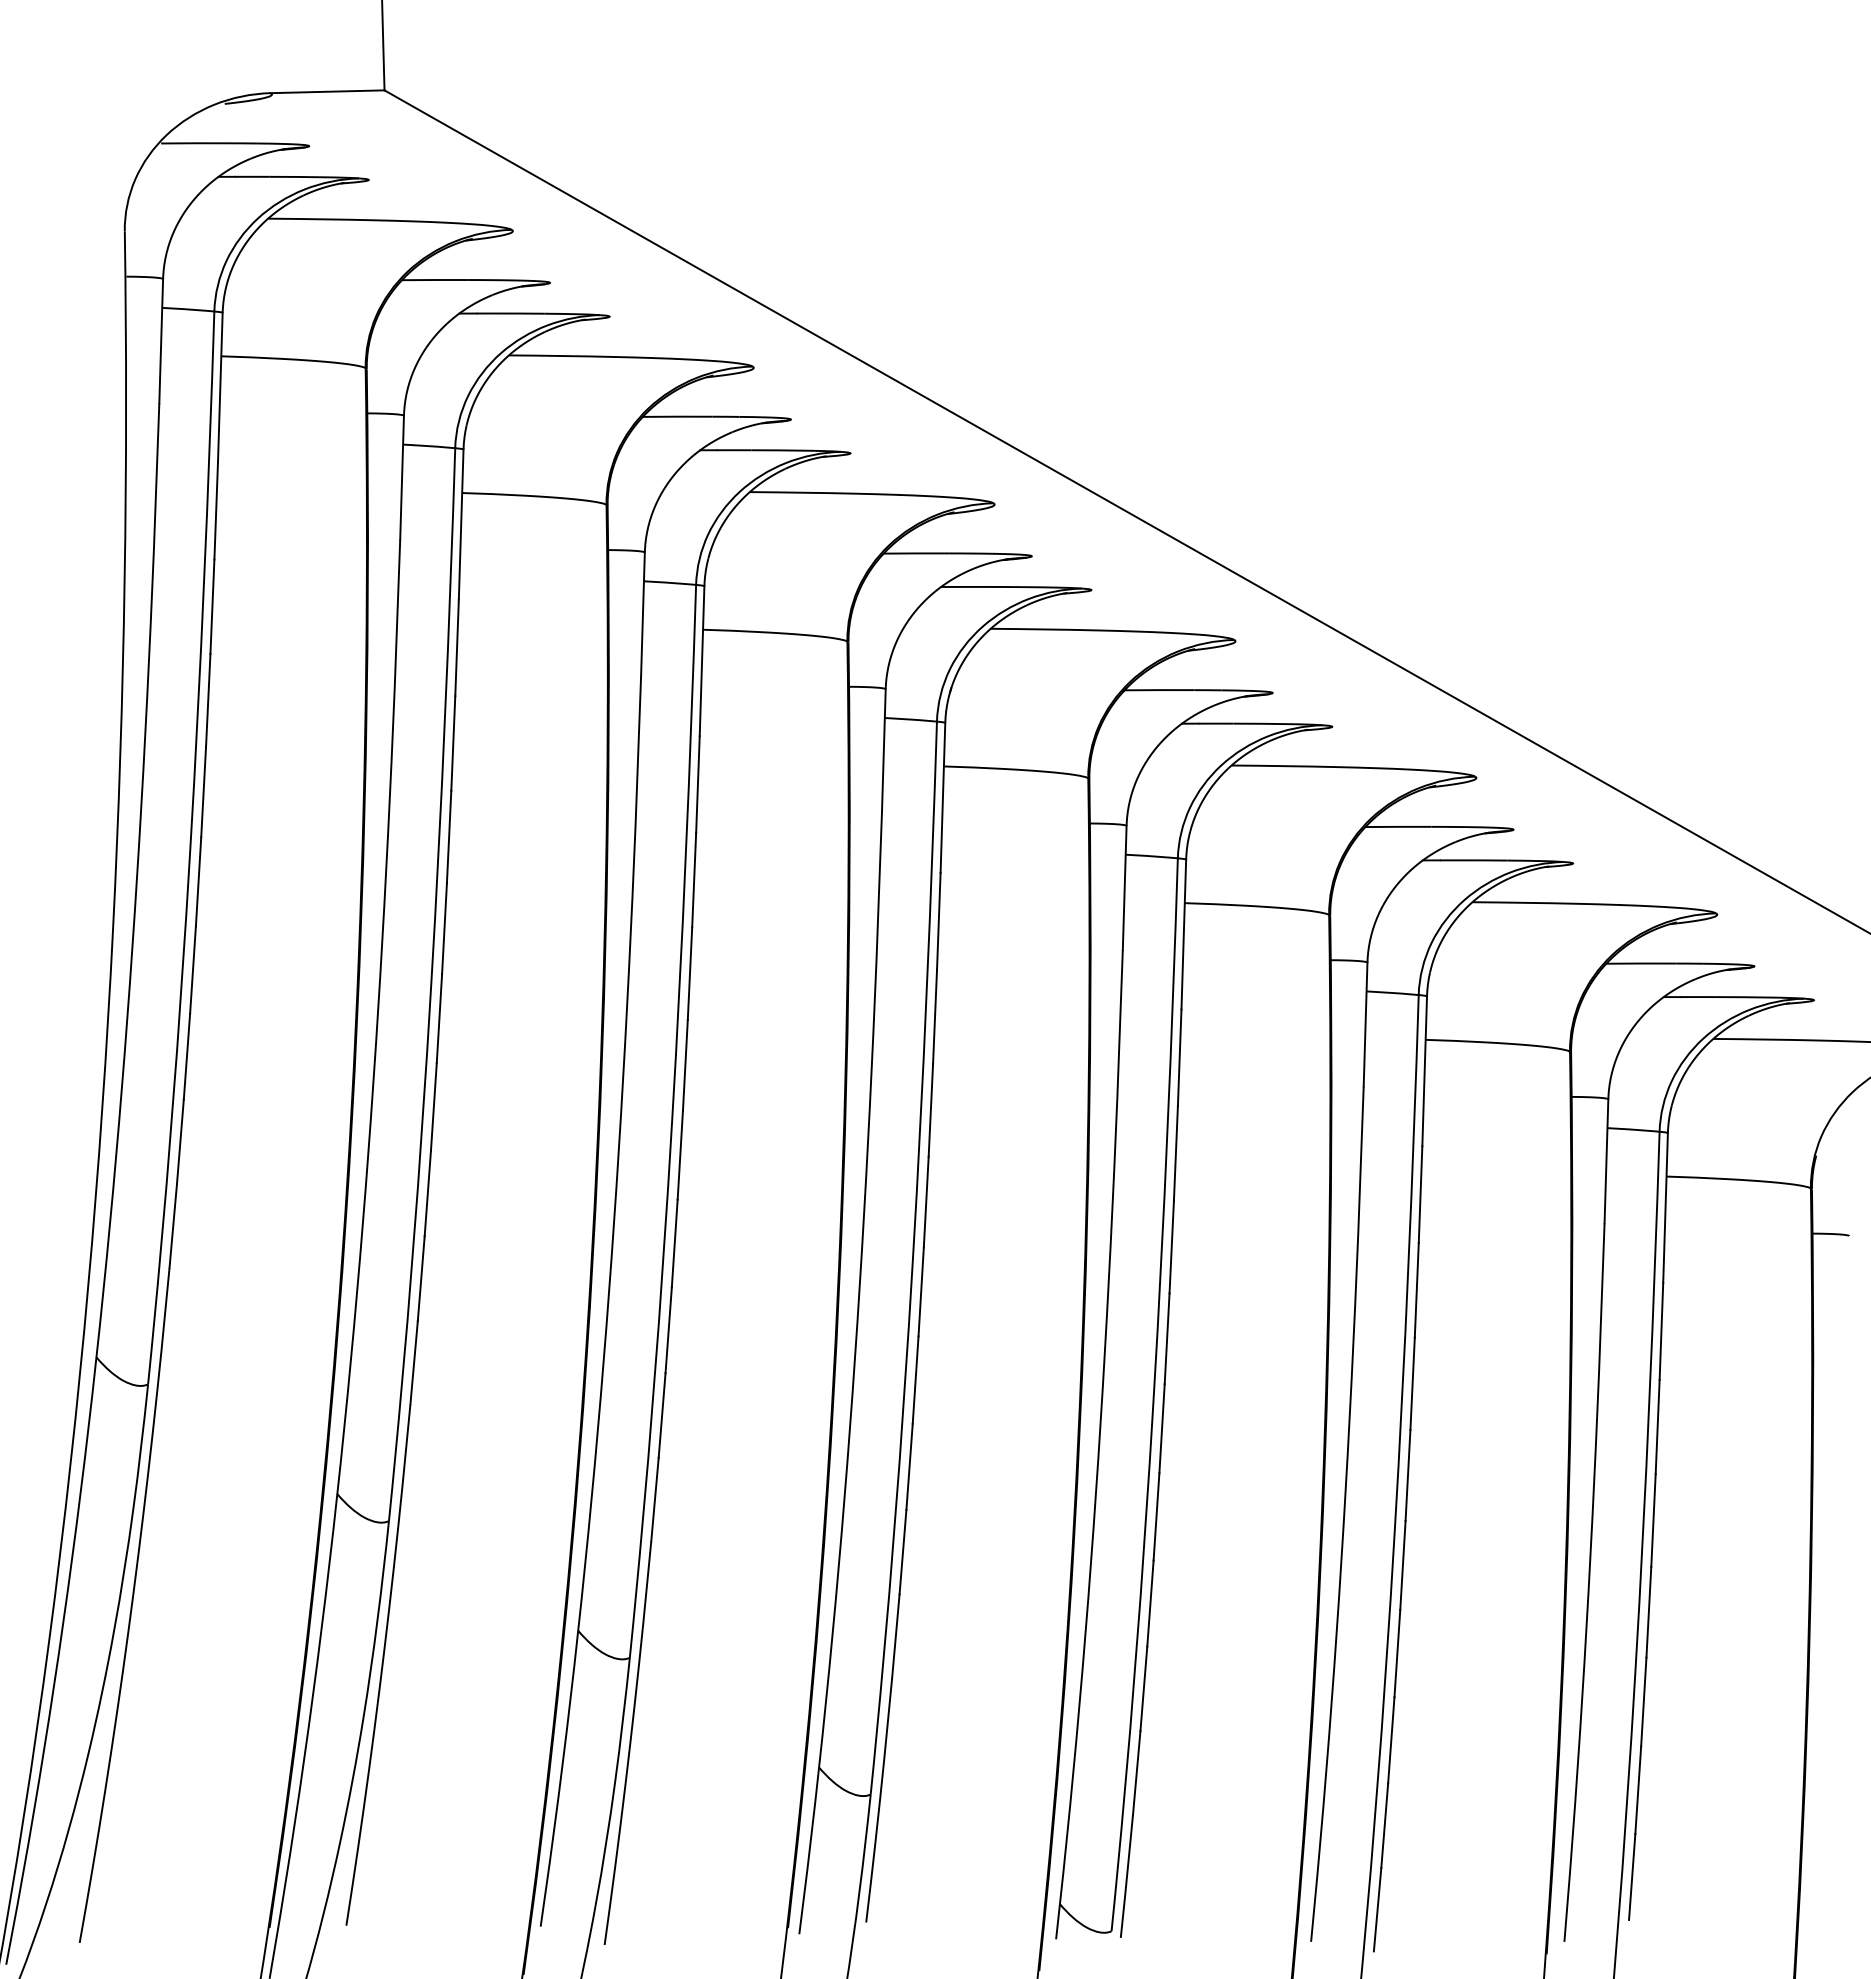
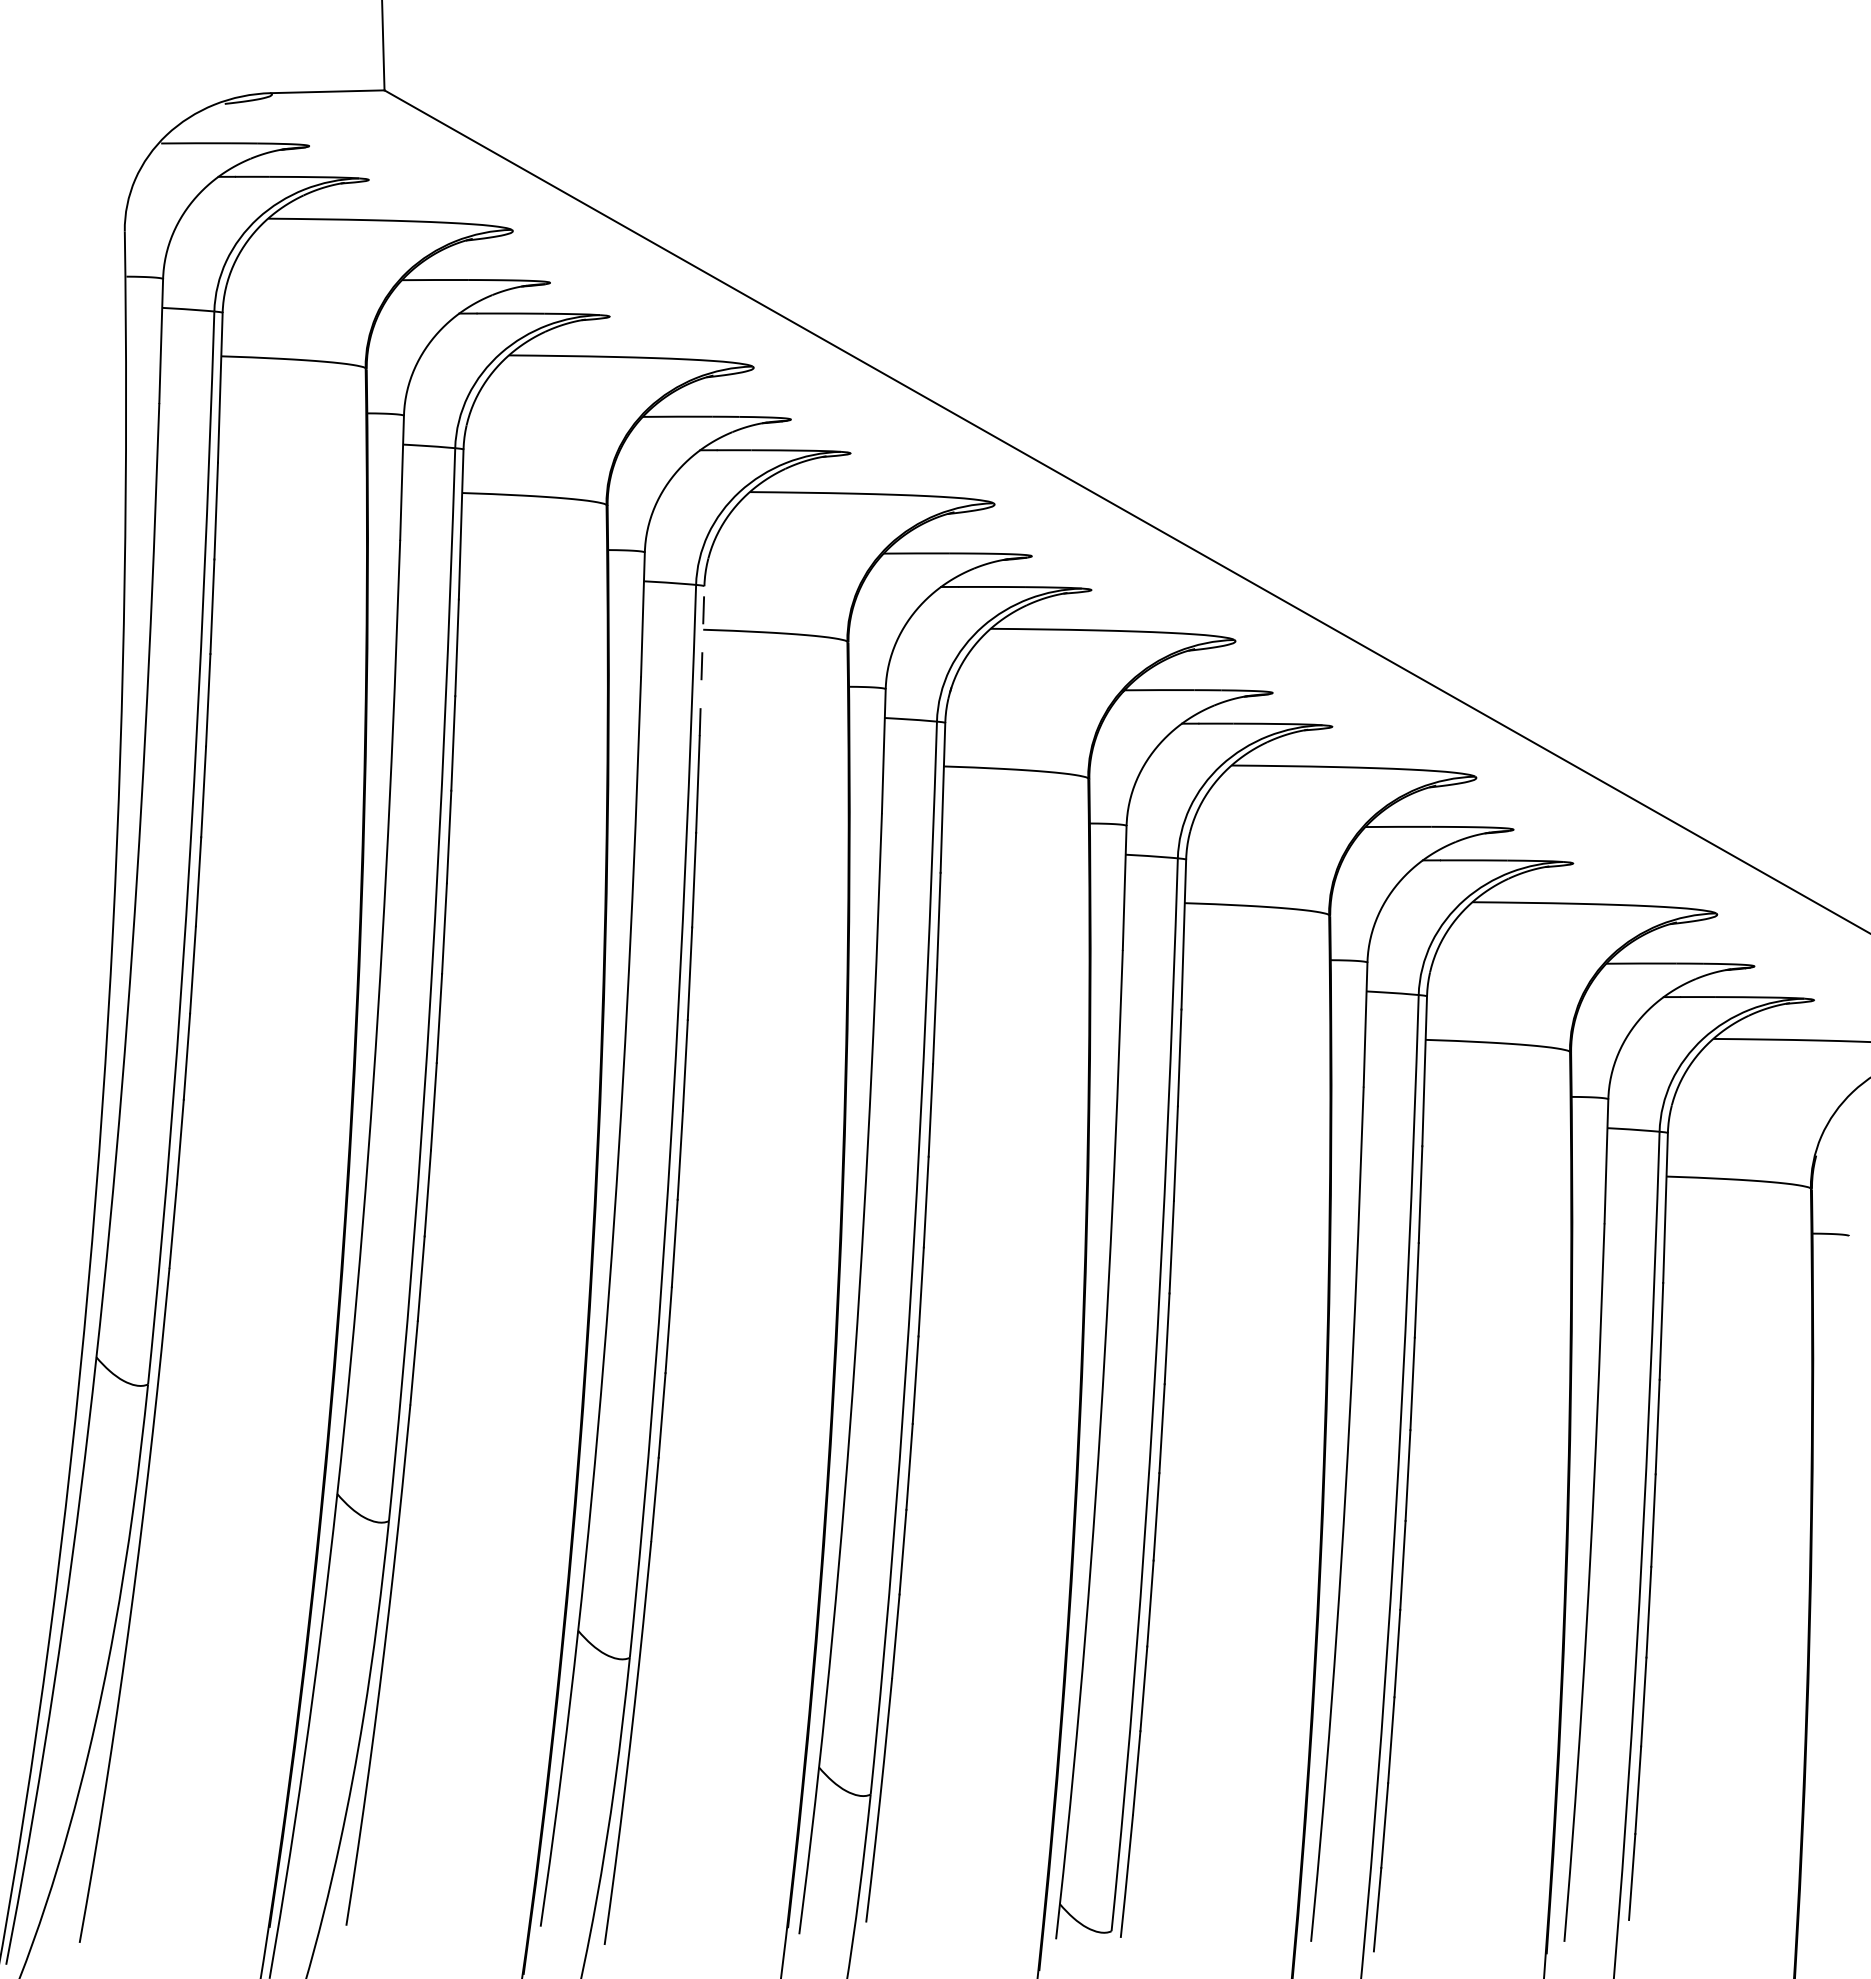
line at (702, 661): solid -> dashed
